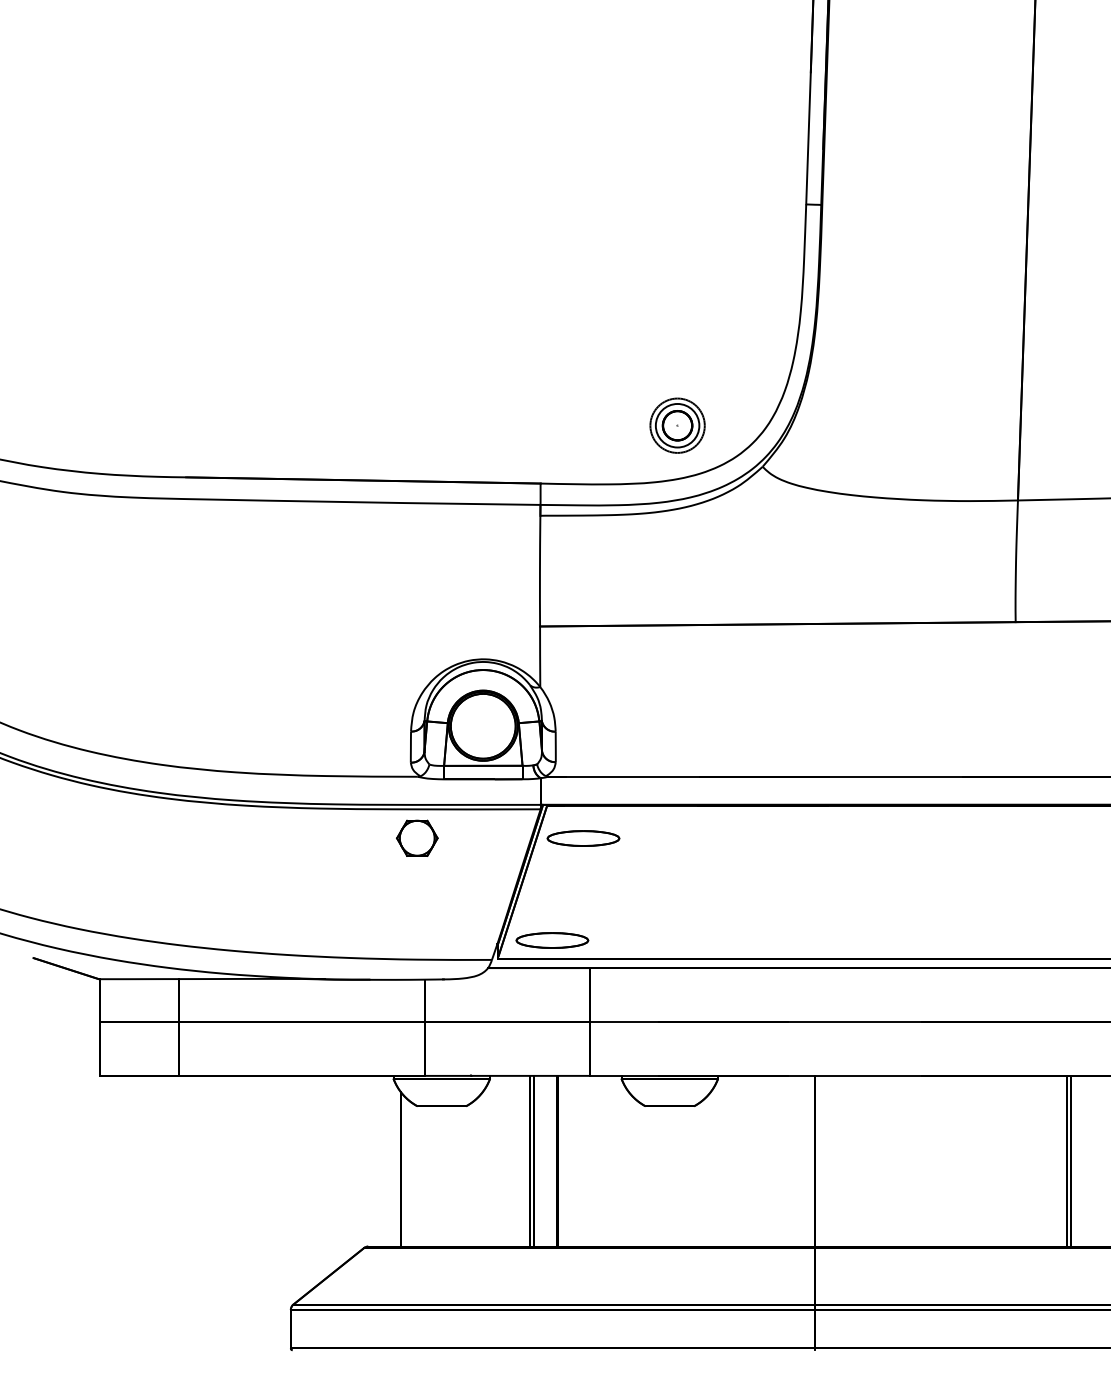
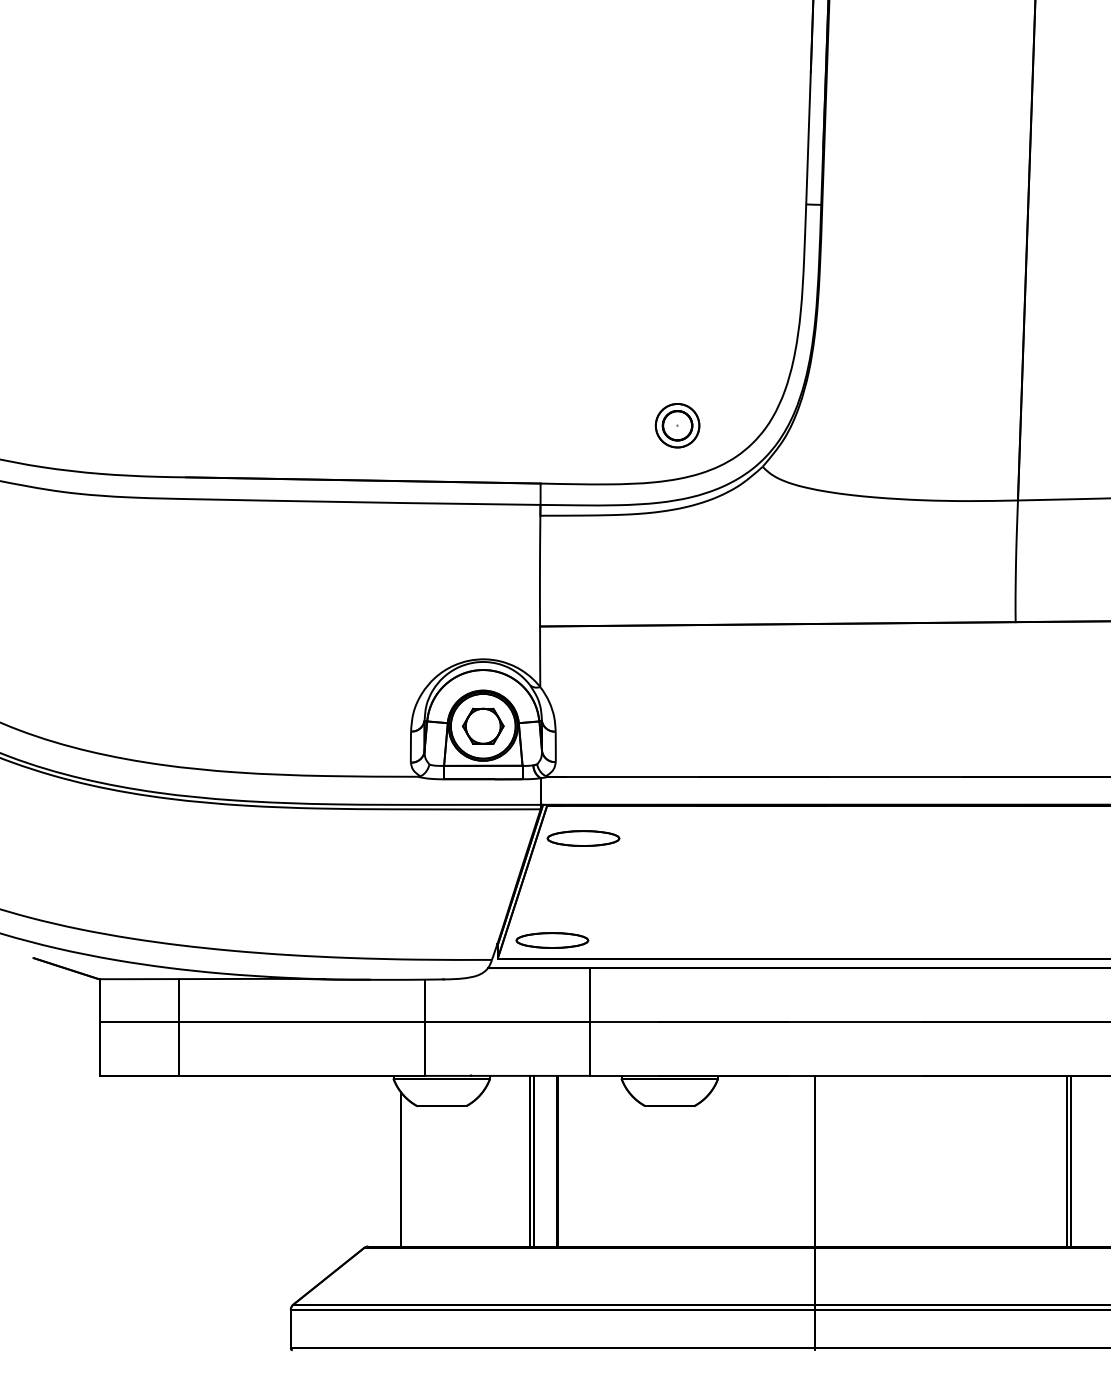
circle at (677, 425) diameter: 54 px -> 44 px
part at (417, 837) position: (417, 837) -> (483, 725)
